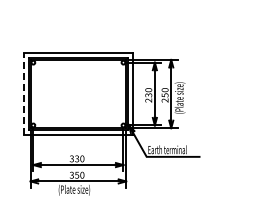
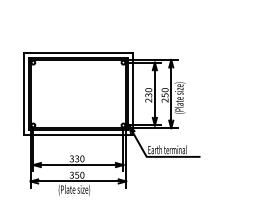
line at (23, 94): dashed -> solid
